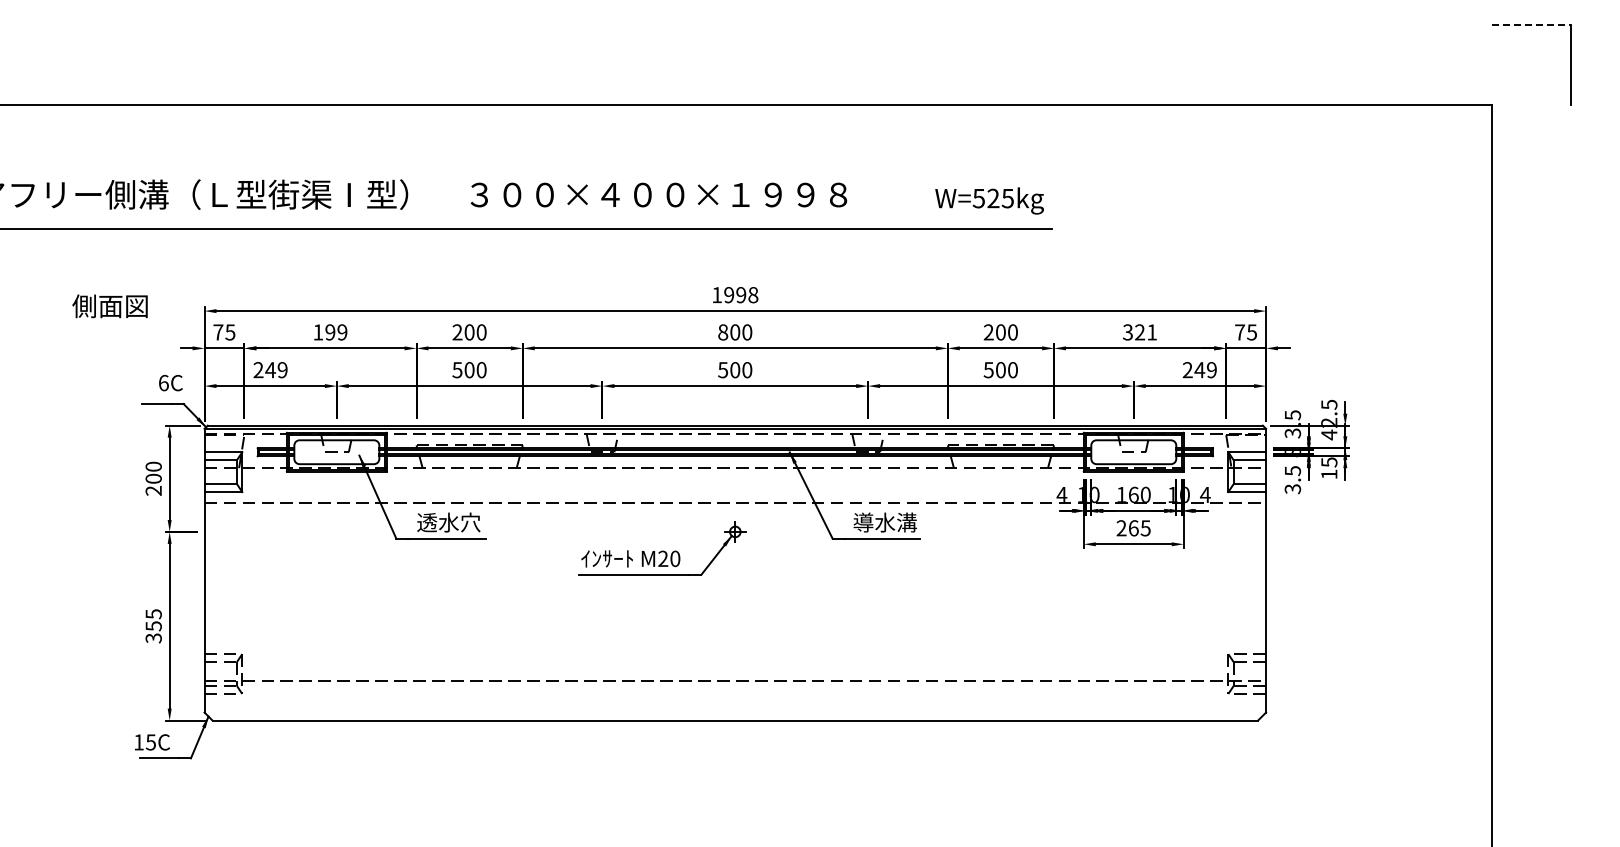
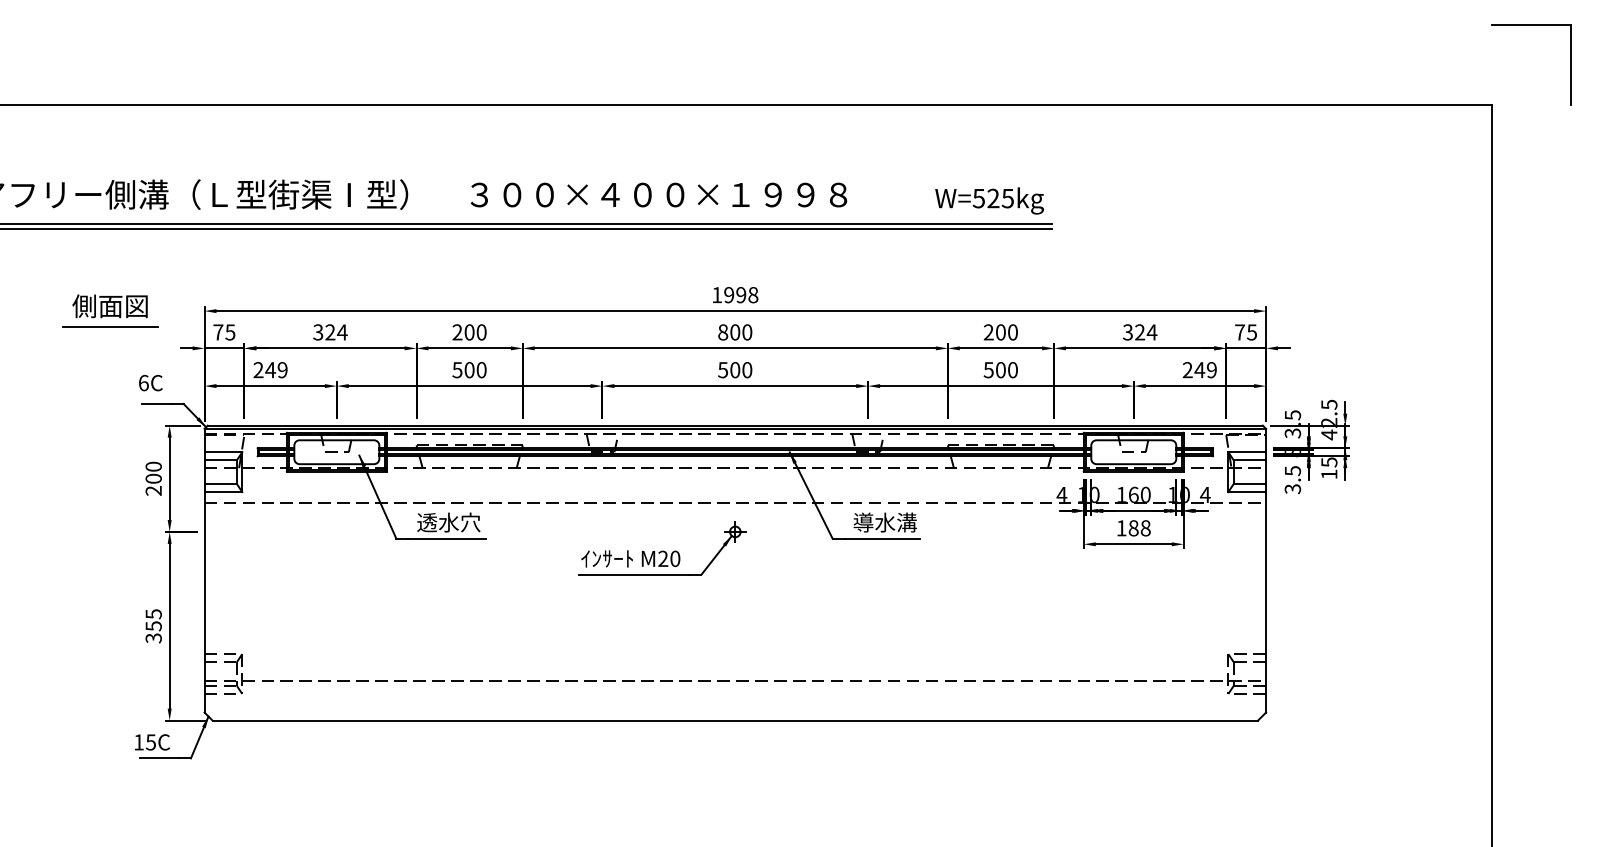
line at (1531, 25): dashed -> solid
line at (526, 224): none -> present
line at (110, 327): none -> present
text at (330, 332): 199 -> 324
text at (1151, 332): 321 -> 324
text at (170, 383) position: (170, 383) -> (150, 383)
text at (1133, 528): 265 -> 188
